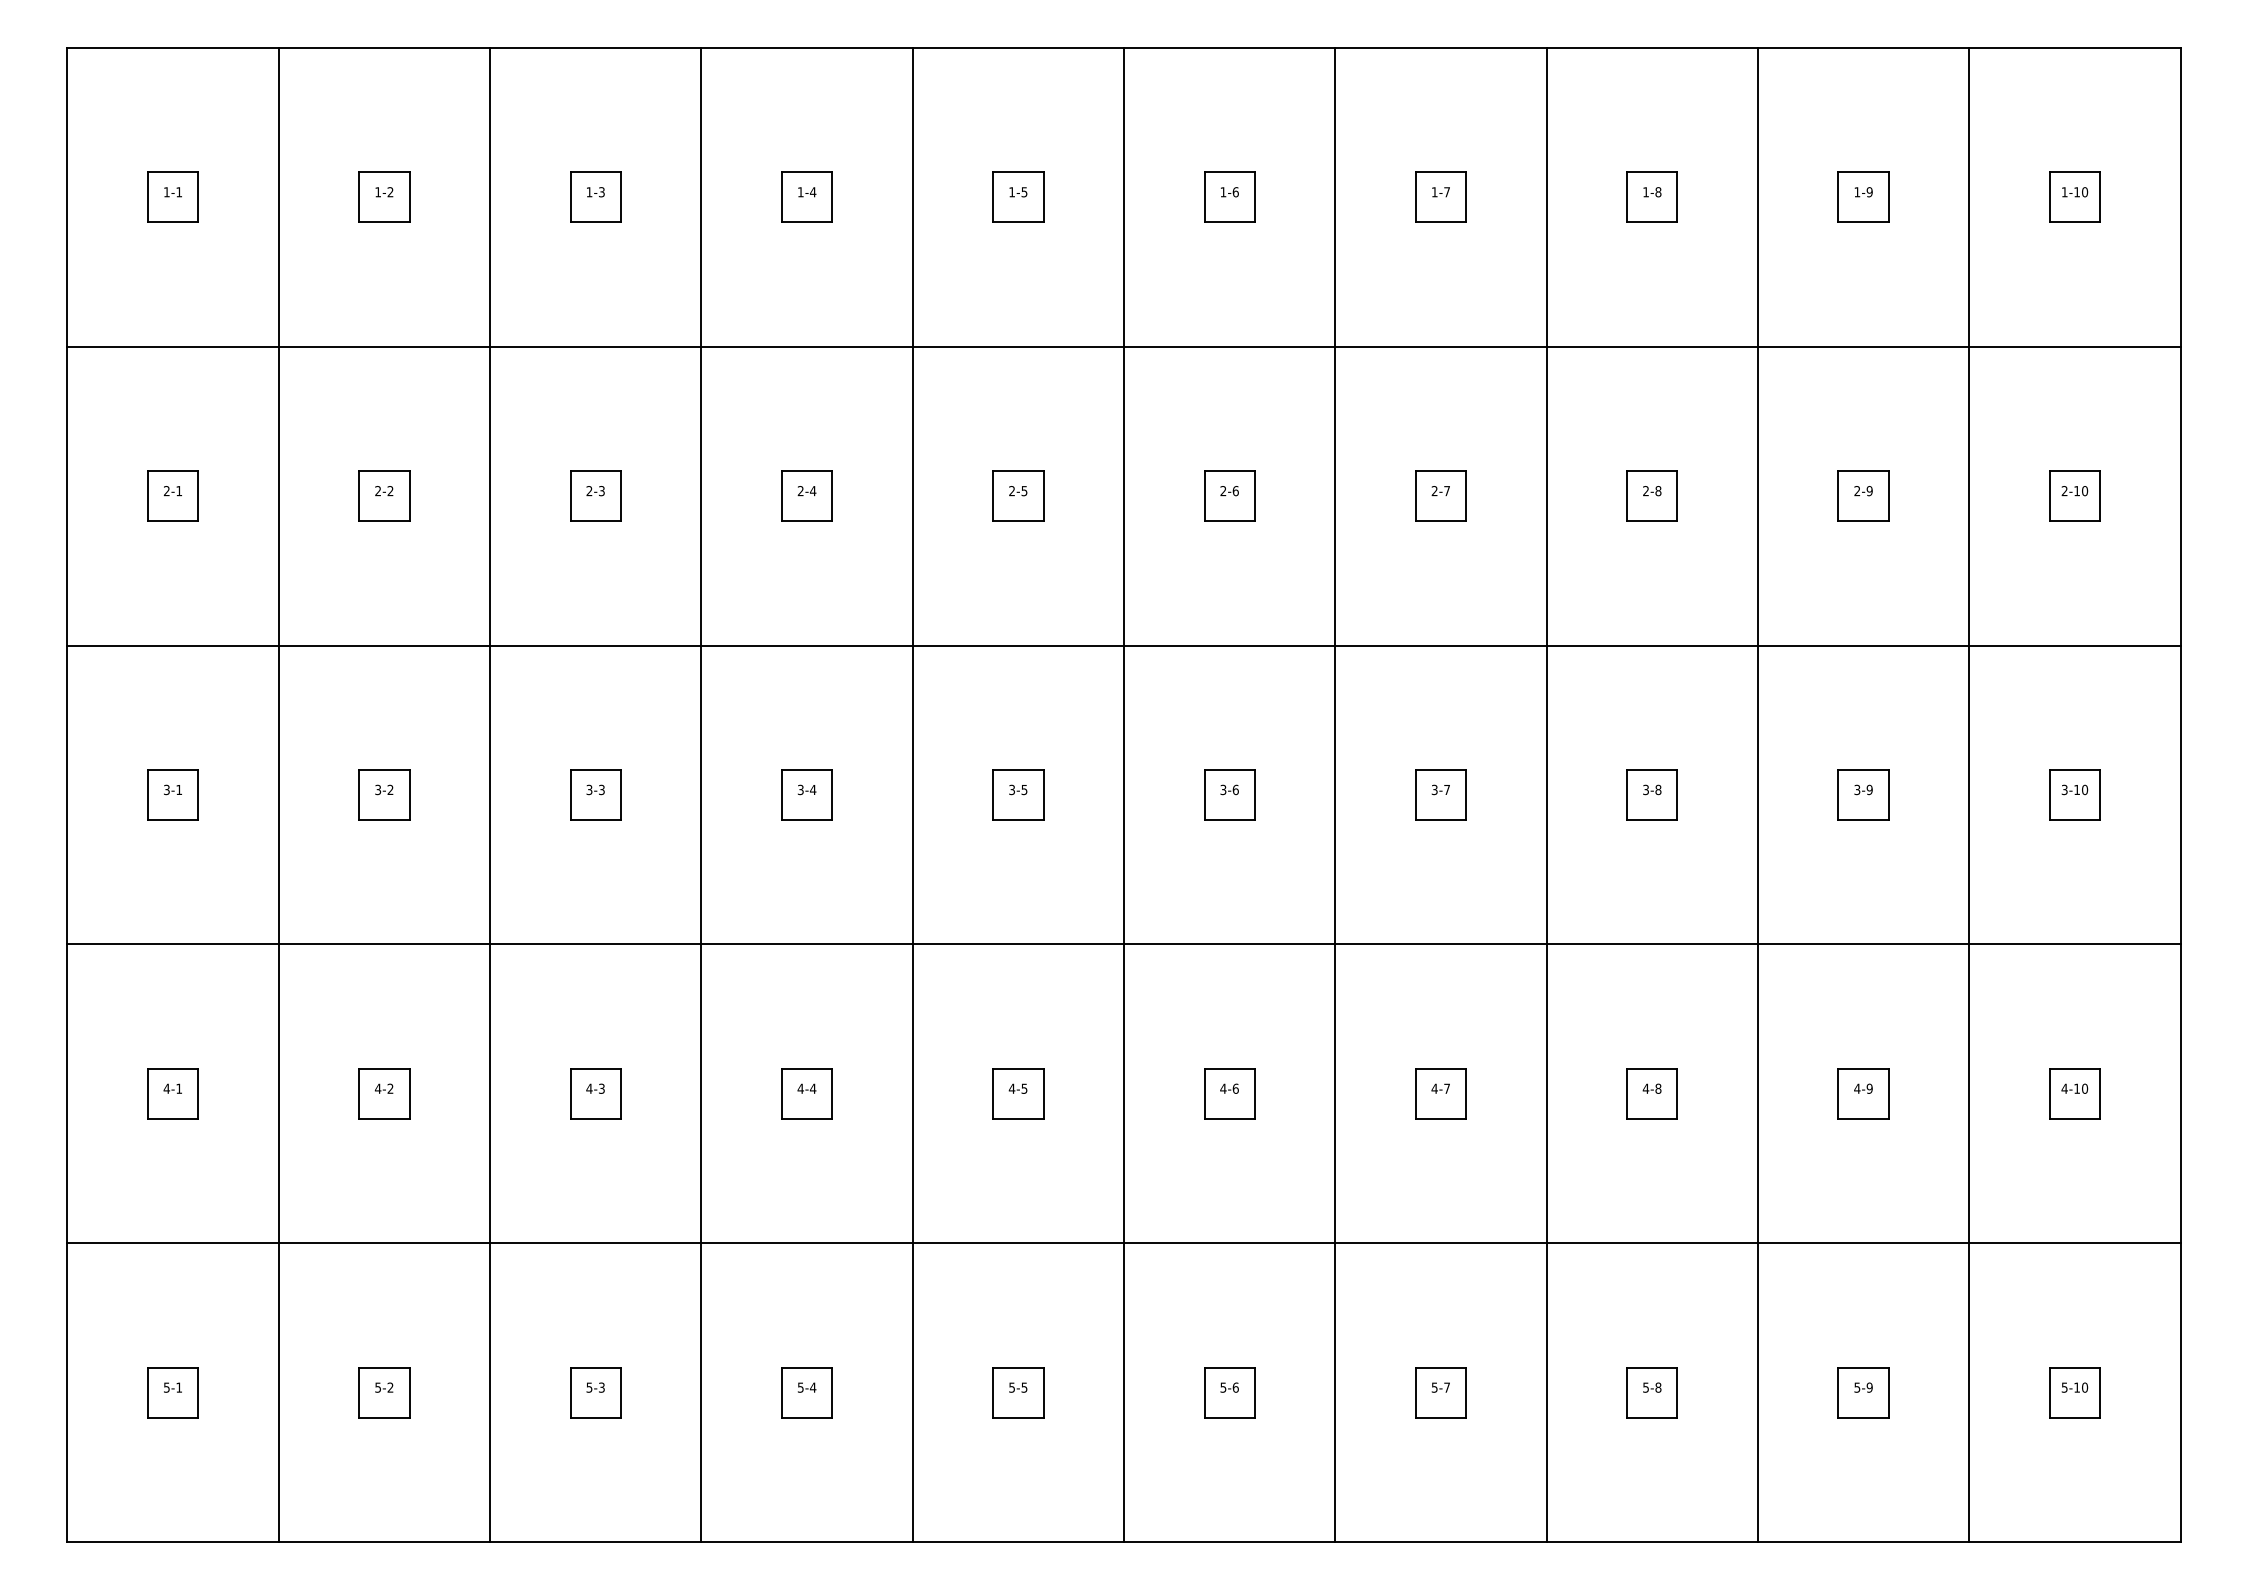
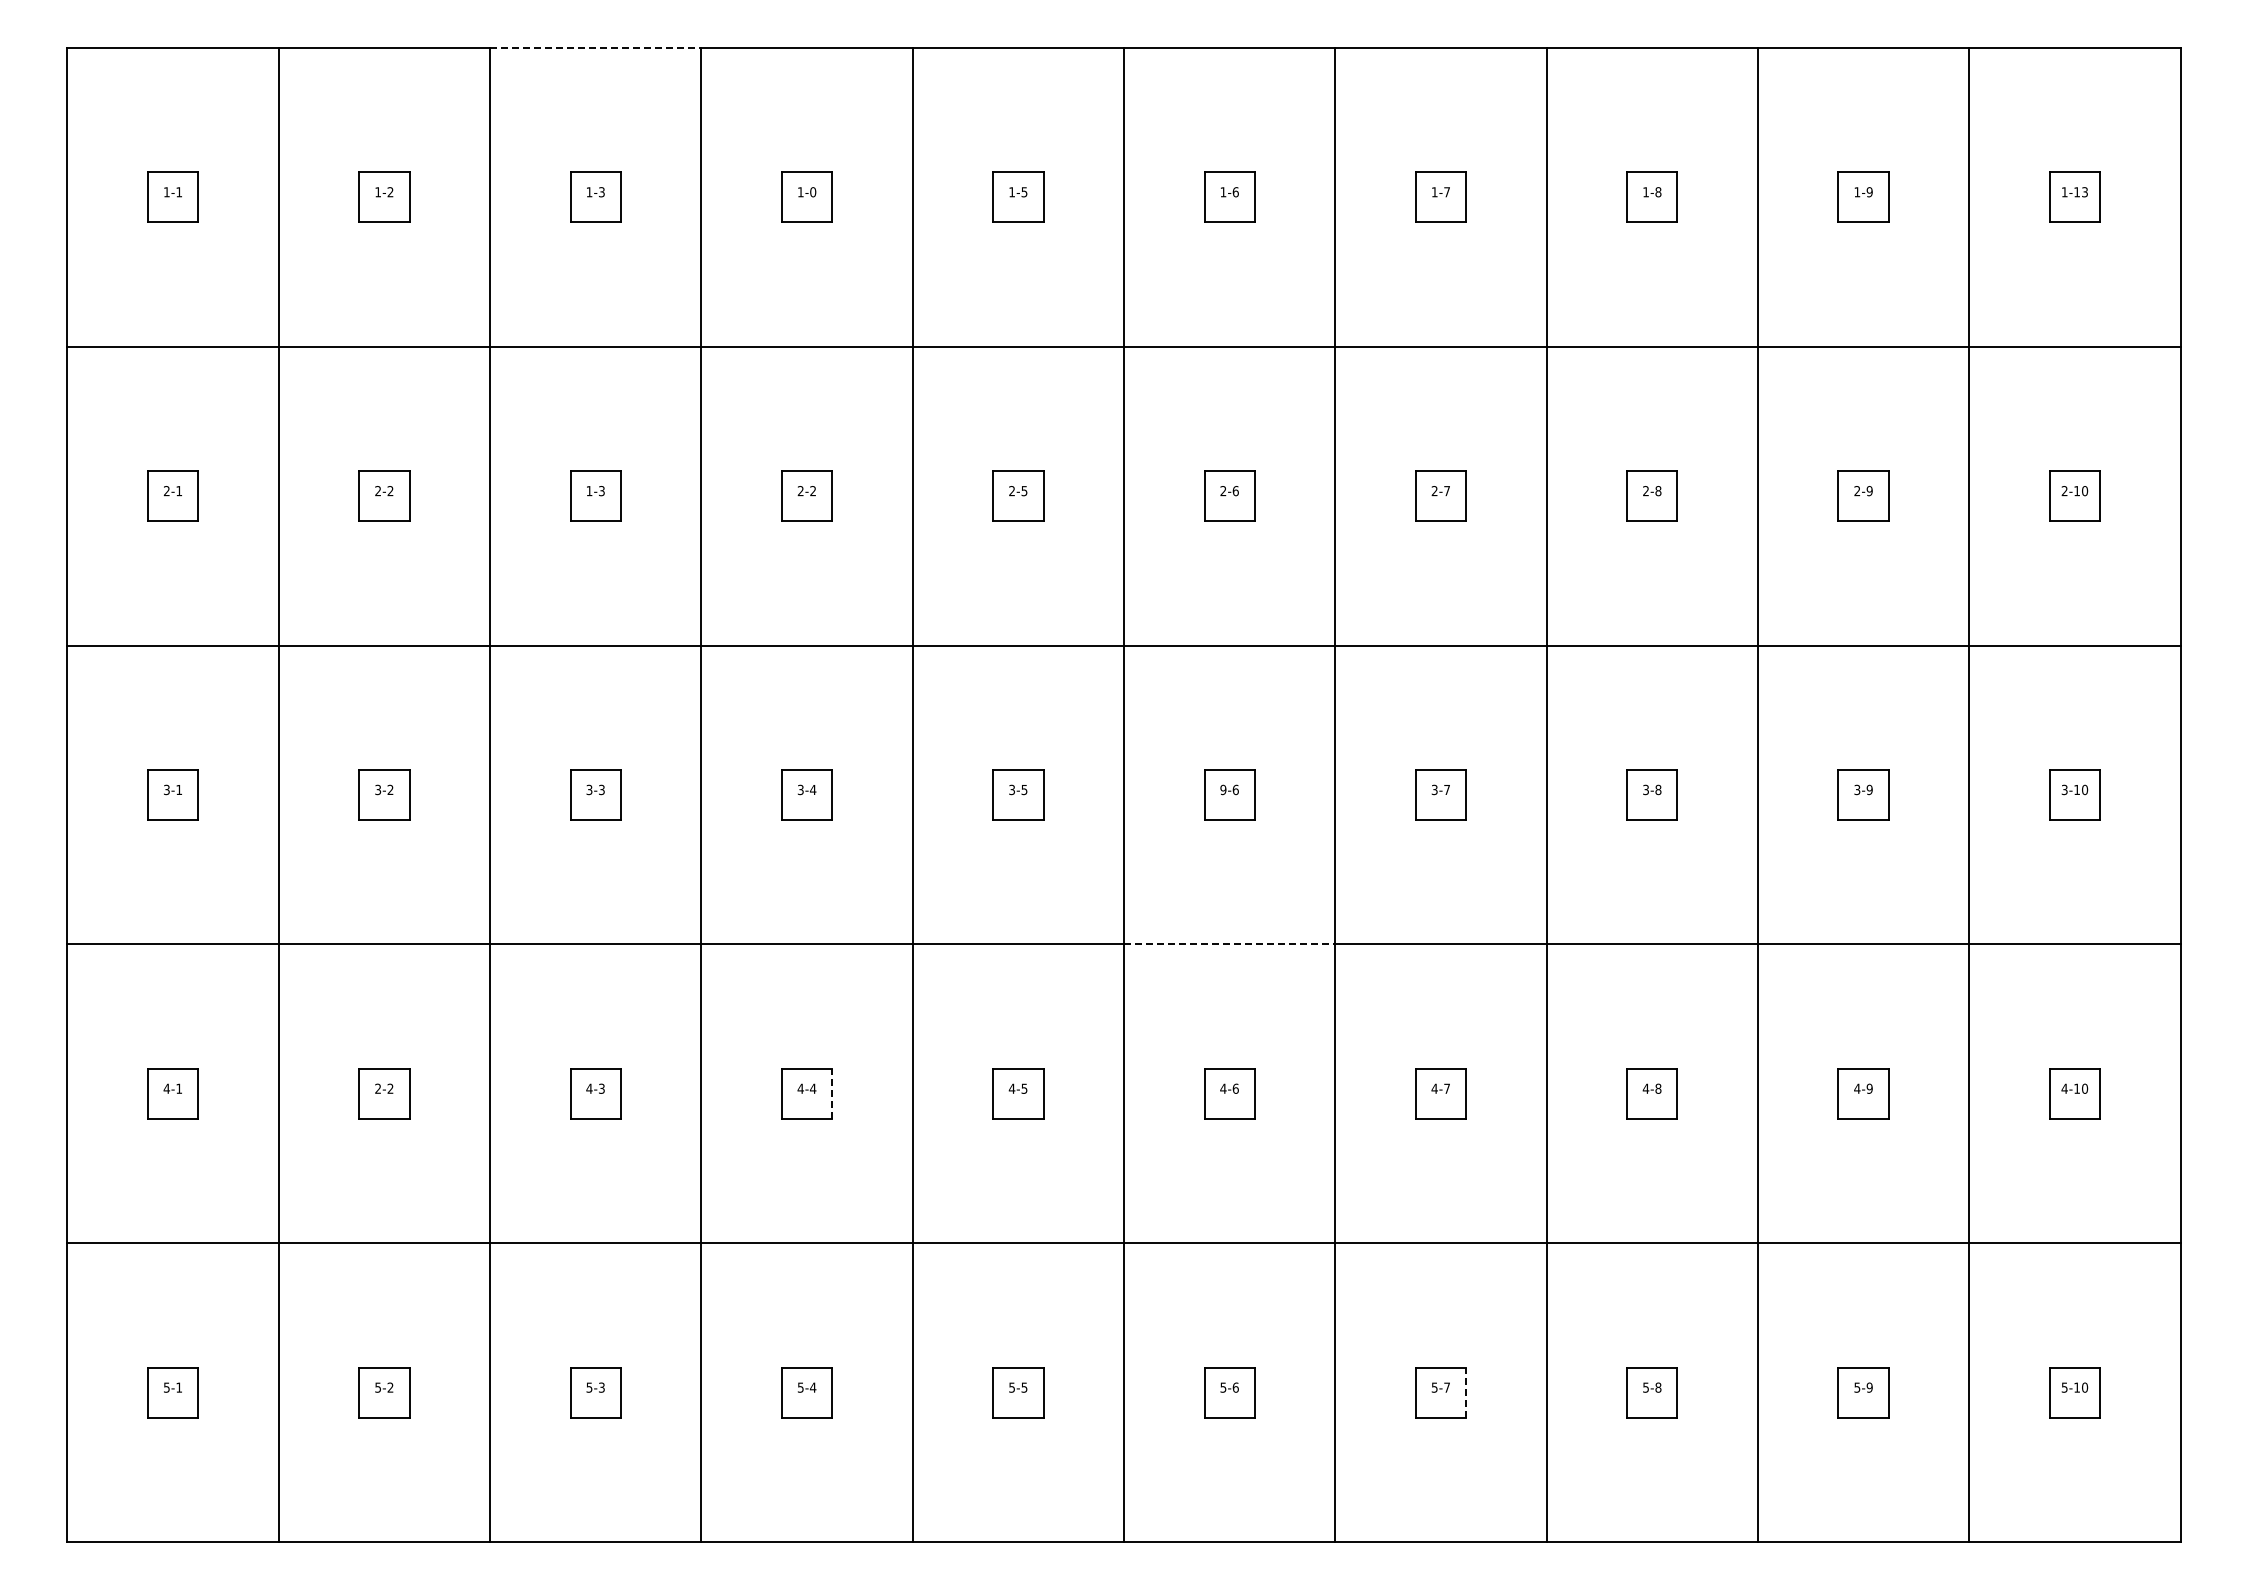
line at (595, 47): solid -> dashed
text at (812, 192): 1-4 -> 1-0
text at (2085, 192): 1-10 -> 1-13
text at (589, 490): 2-3 -> 1-3
text at (813, 491): 2-4 -> 2-2
text at (1223, 789): 3-6 -> 9-6
line at (1229, 944): solid -> dashed
text at (377, 1088): 4-2 -> 2-2
line at (832, 1093): solid -> dashed
line at (1466, 1392): solid -> dashed
